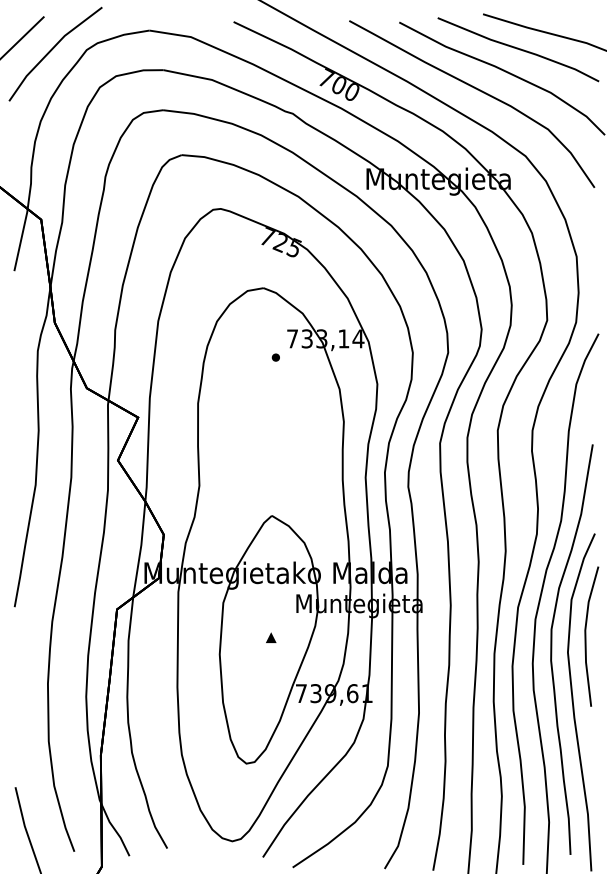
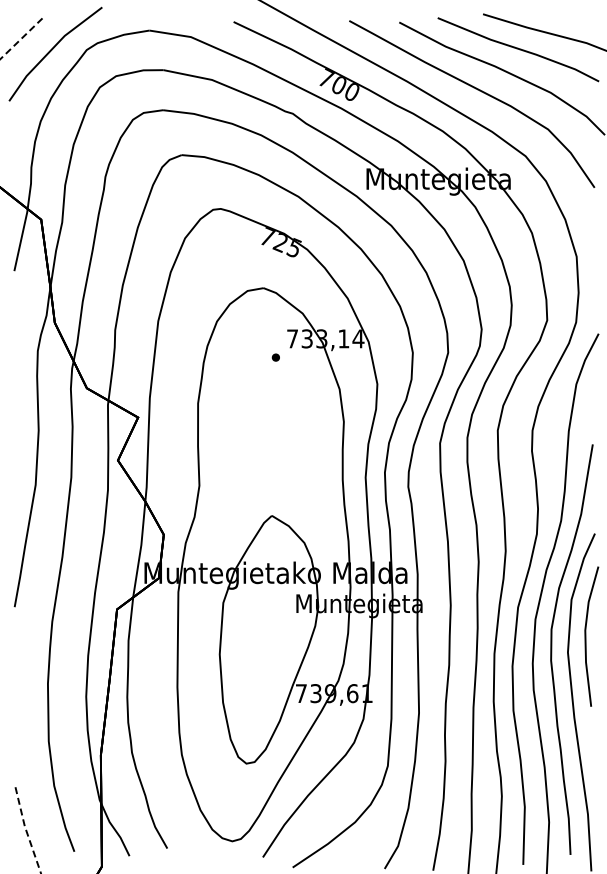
line at (22, 38): solid -> dashed
part at (271, 637): present -> none
line at (26, 829): solid -> dashed
